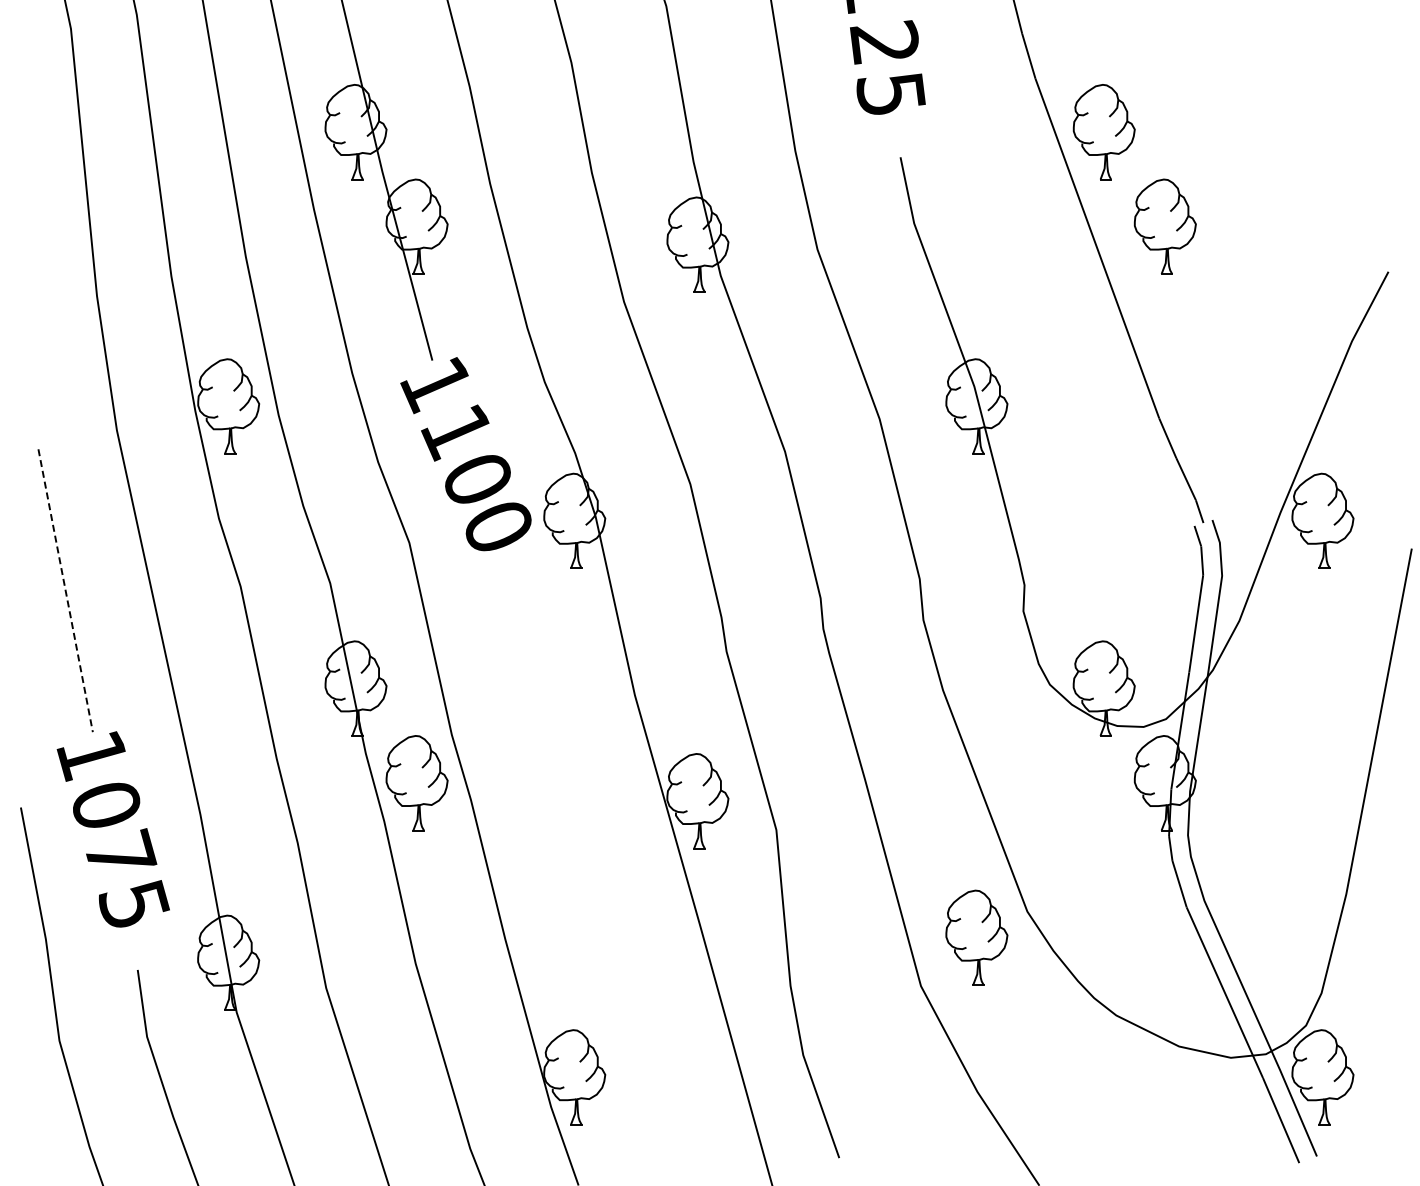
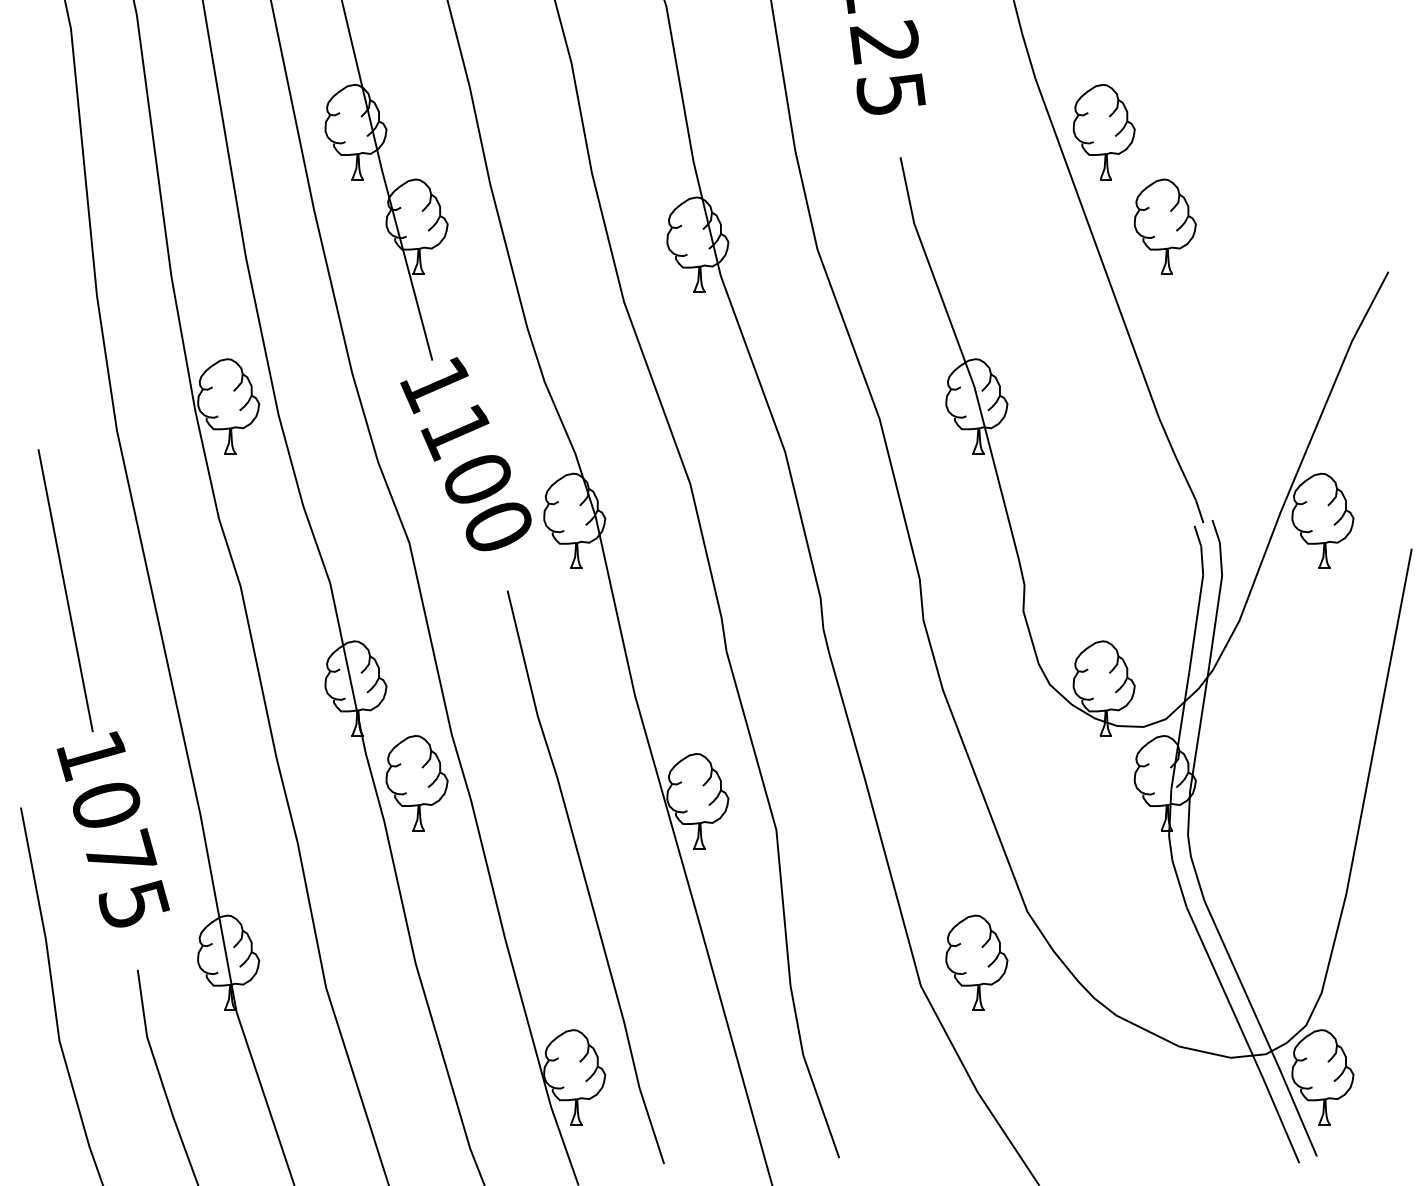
line at (65, 591): dashed -> solid
curve at (585, 877): none -> present
part at (976, 937) position: (976, 937) -> (976, 962)
